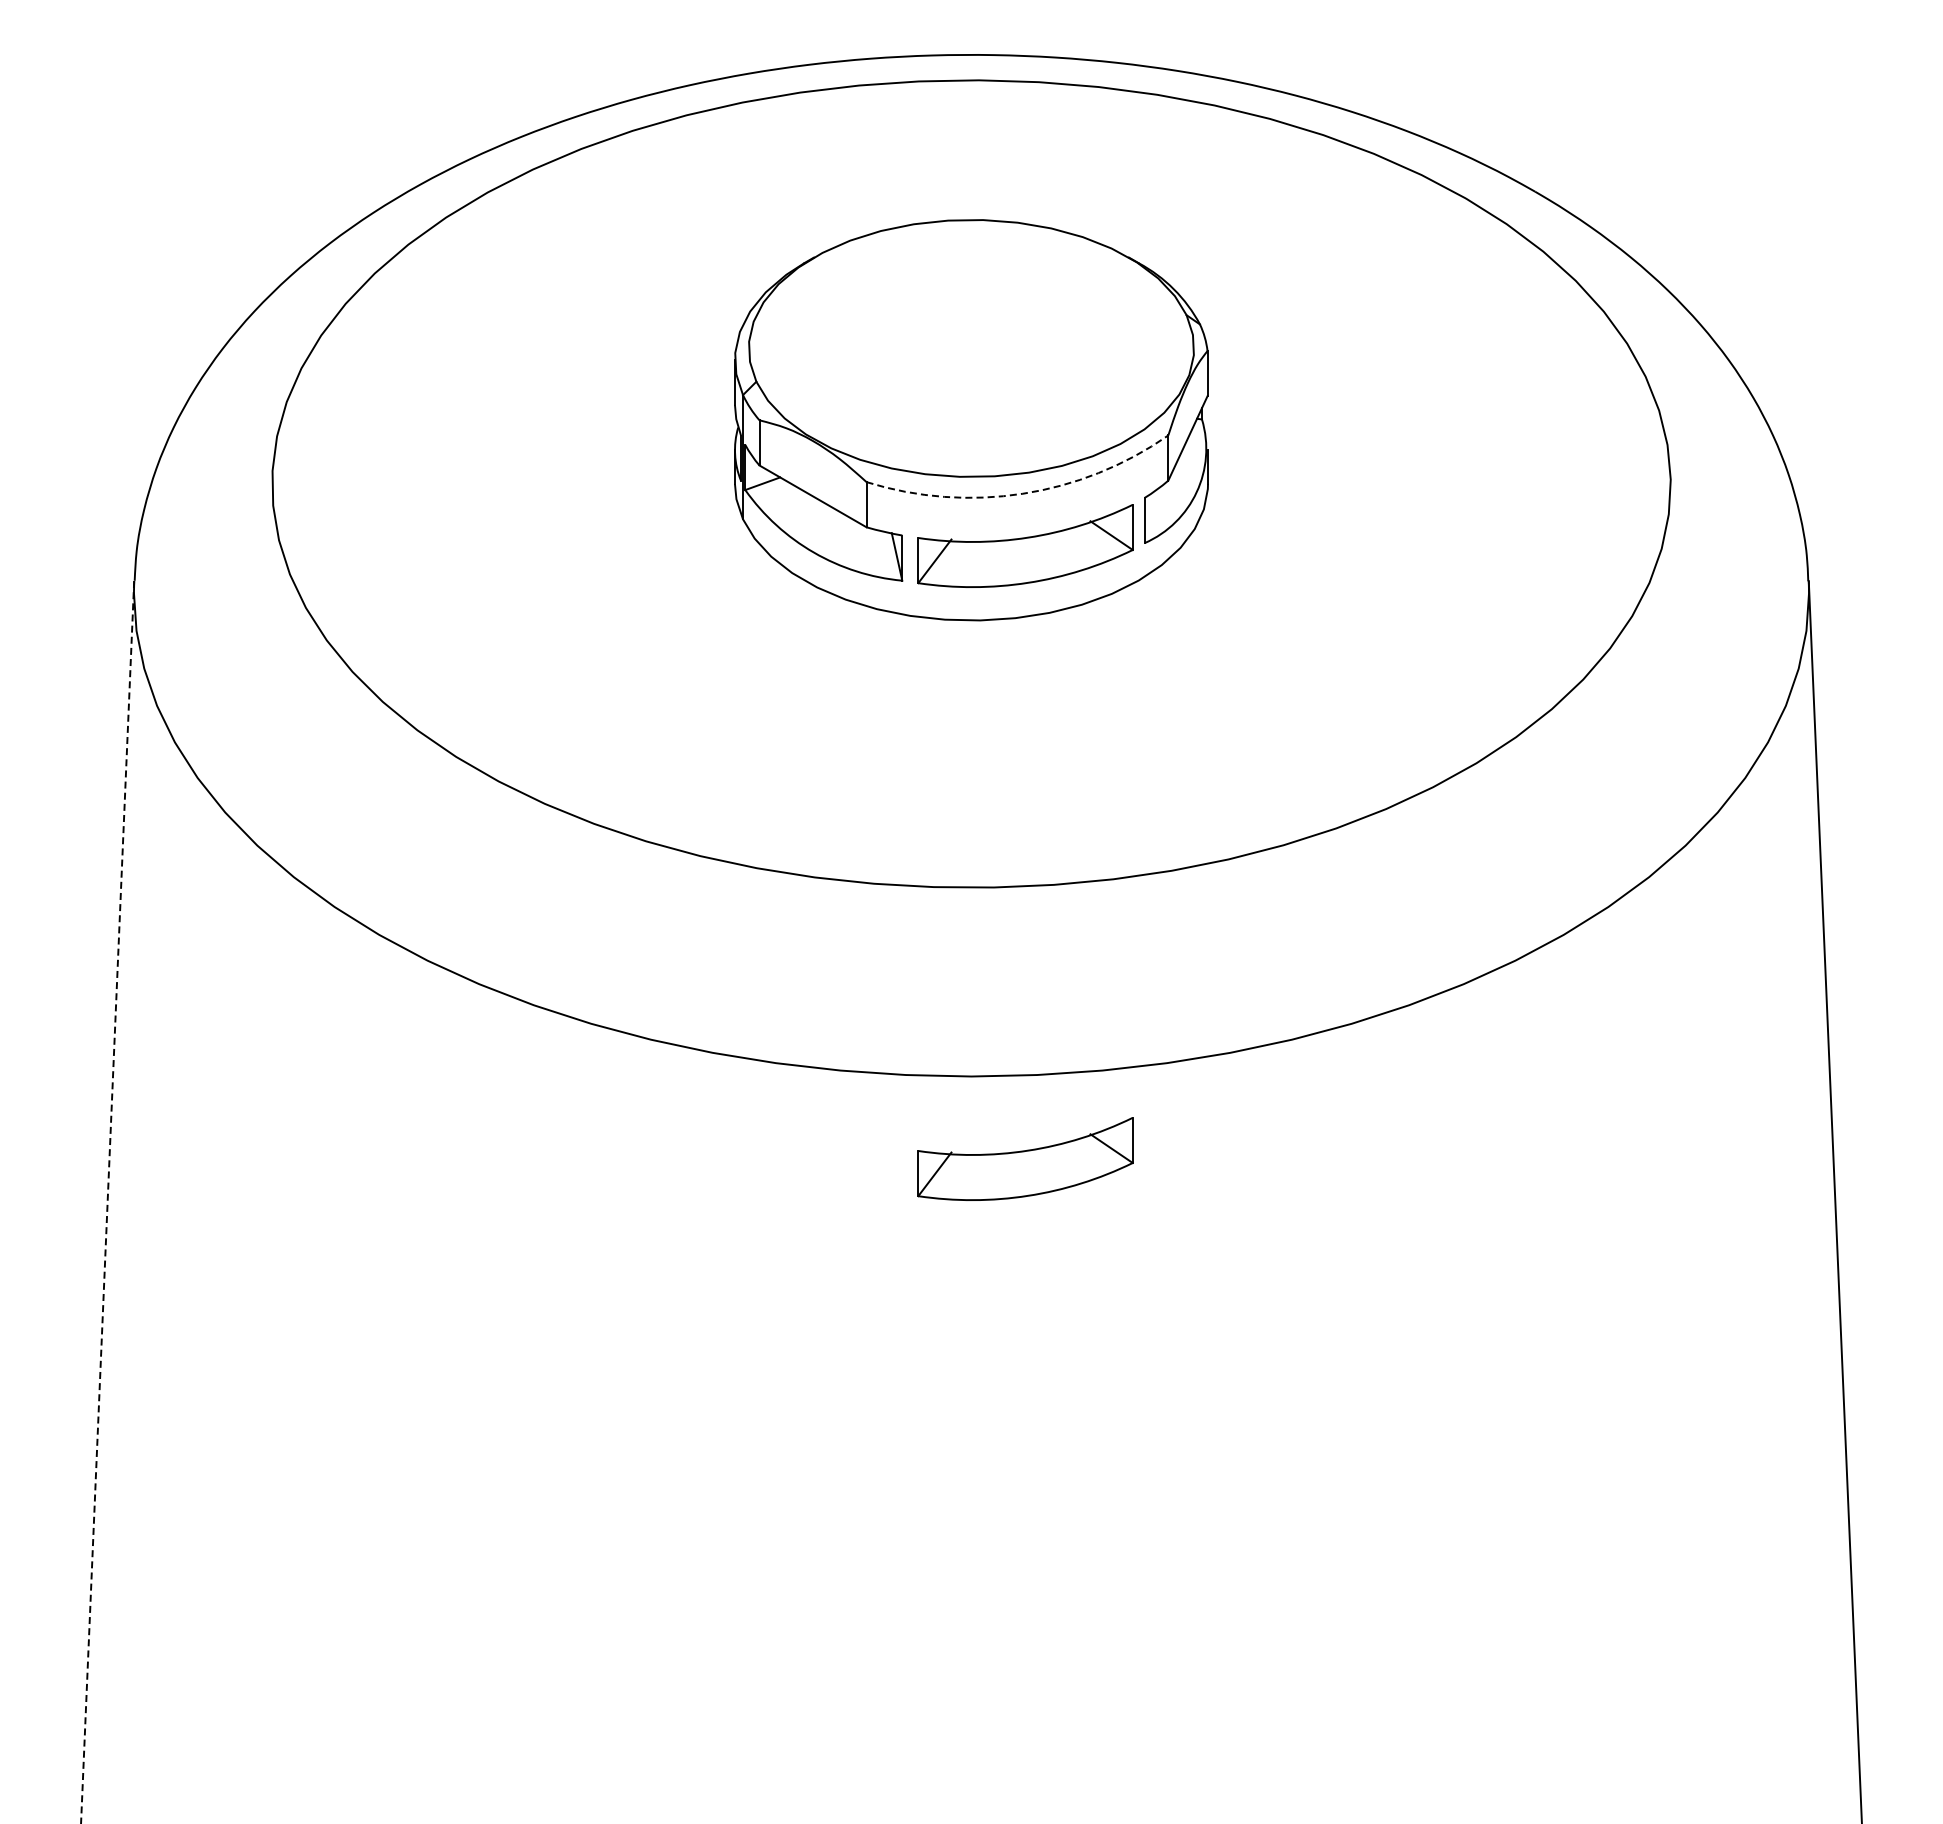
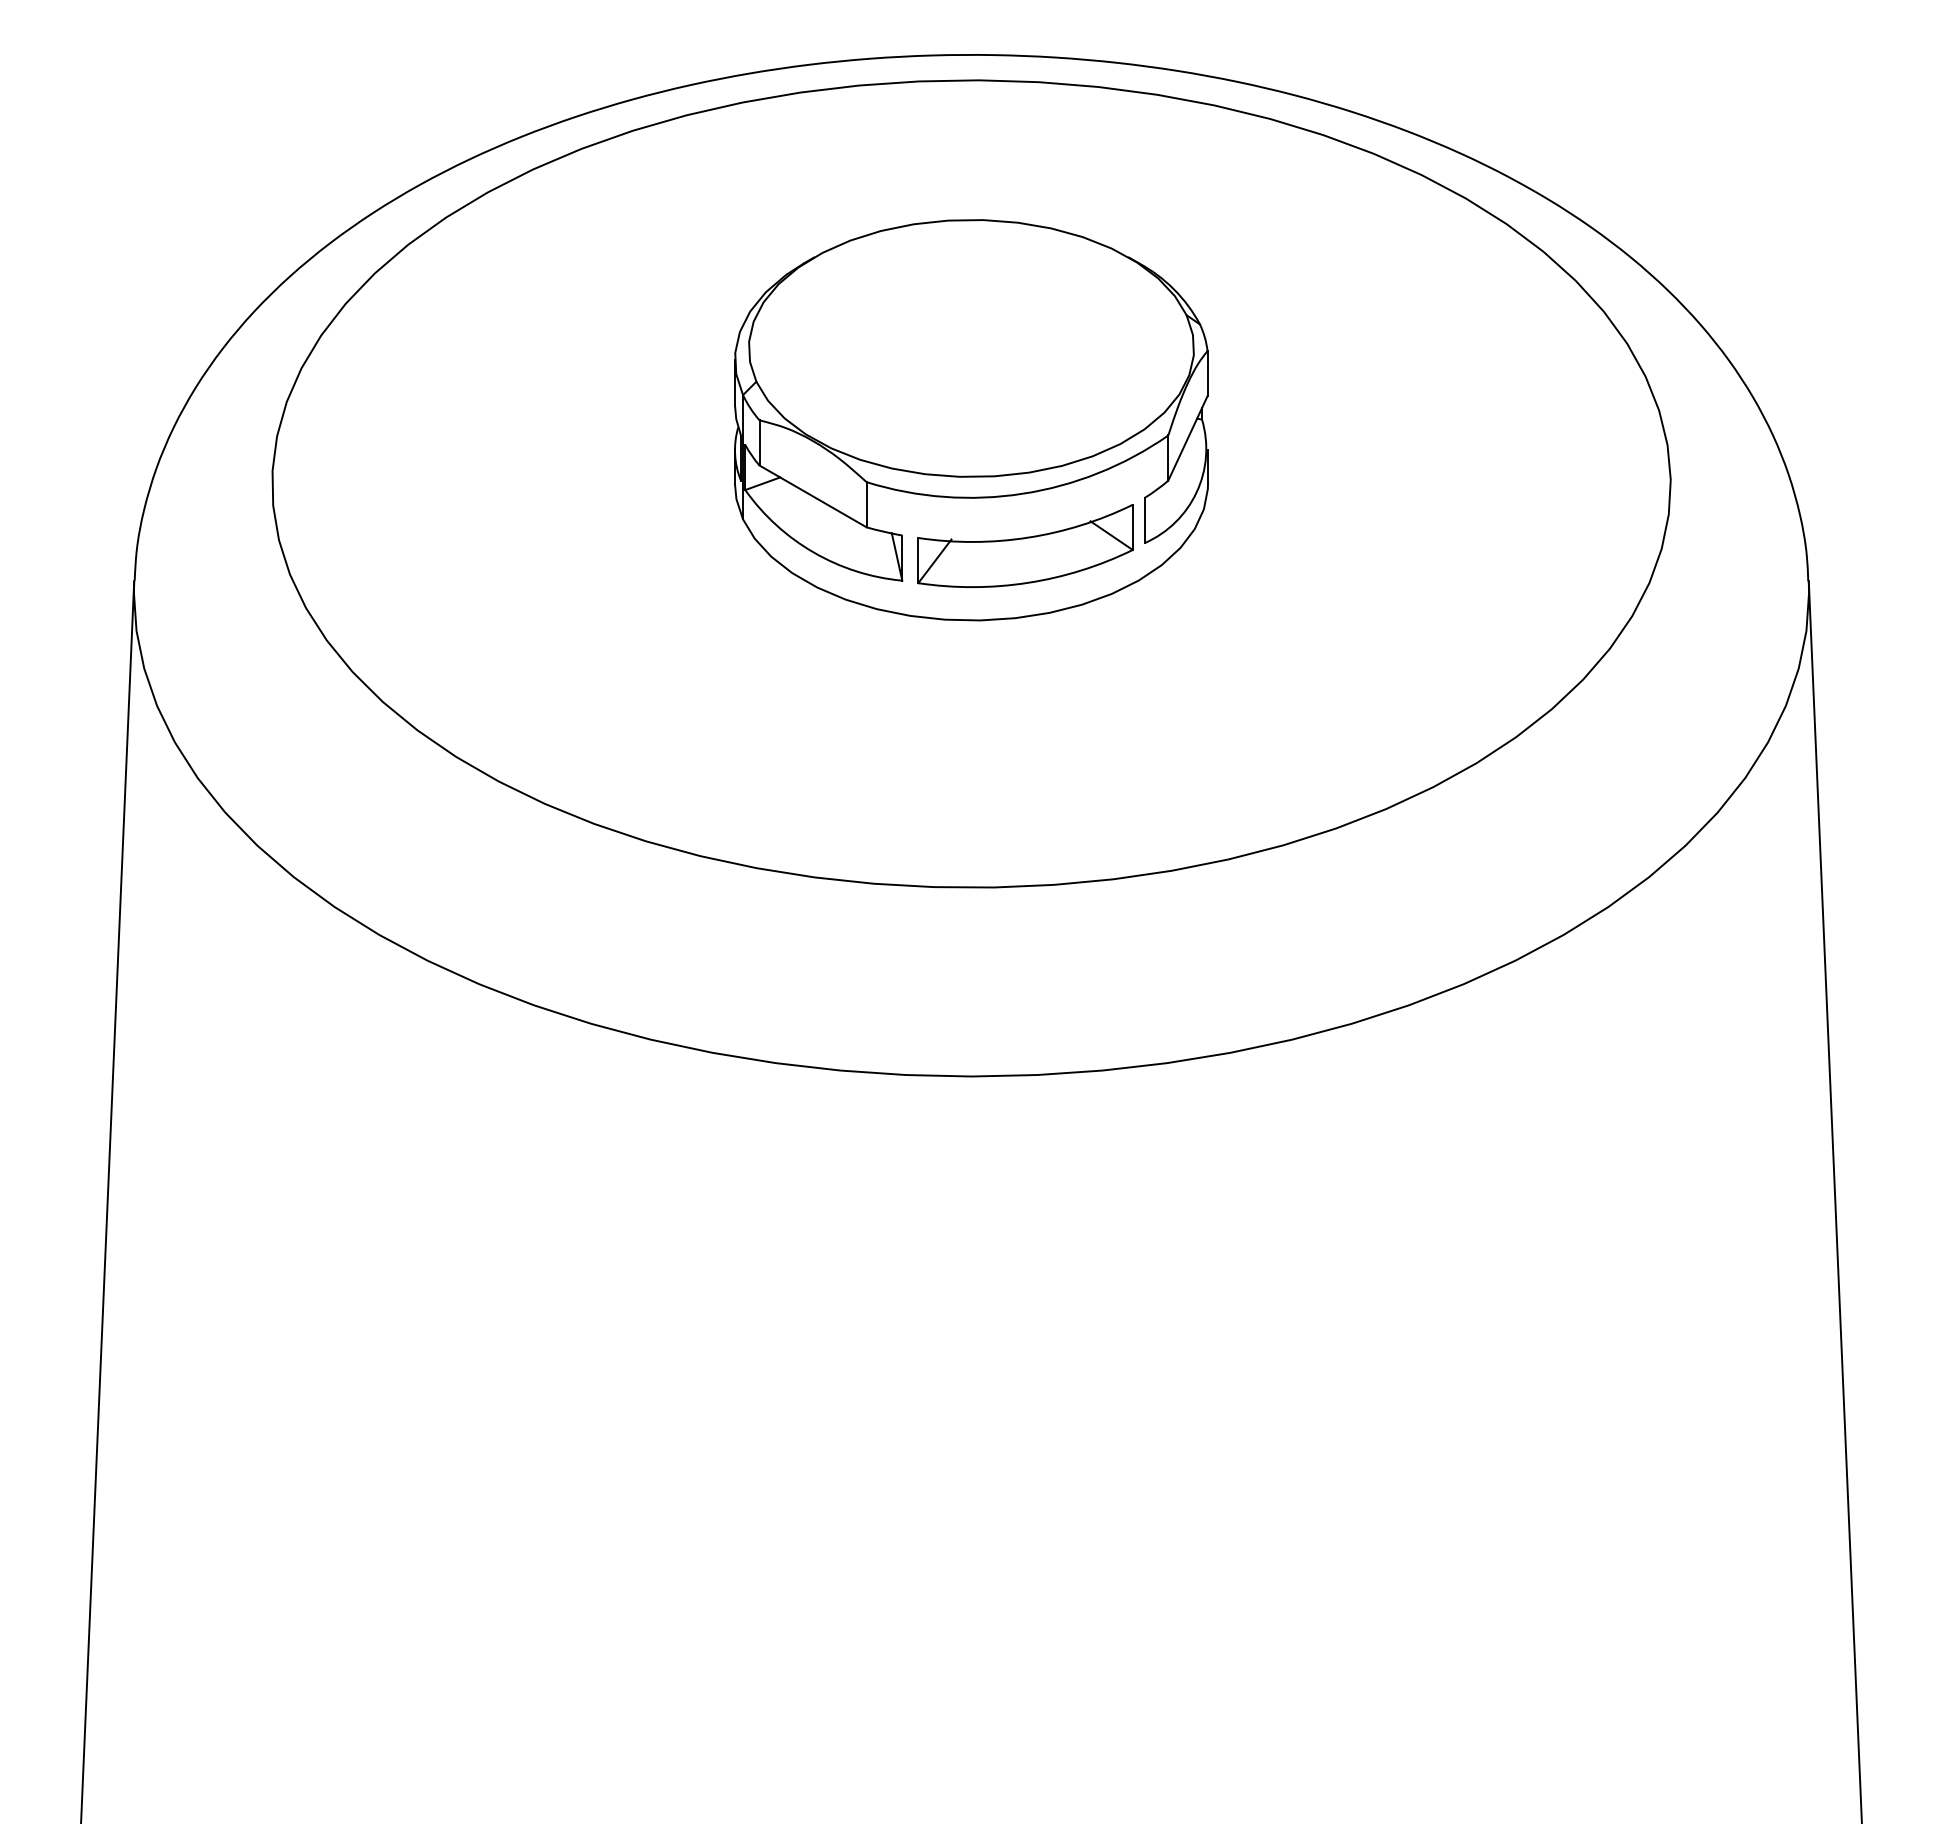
arc at (1022, 493): dashed -> solid
part at (1025, 1158): present -> none
line at (107, 1202): dashed -> solid
